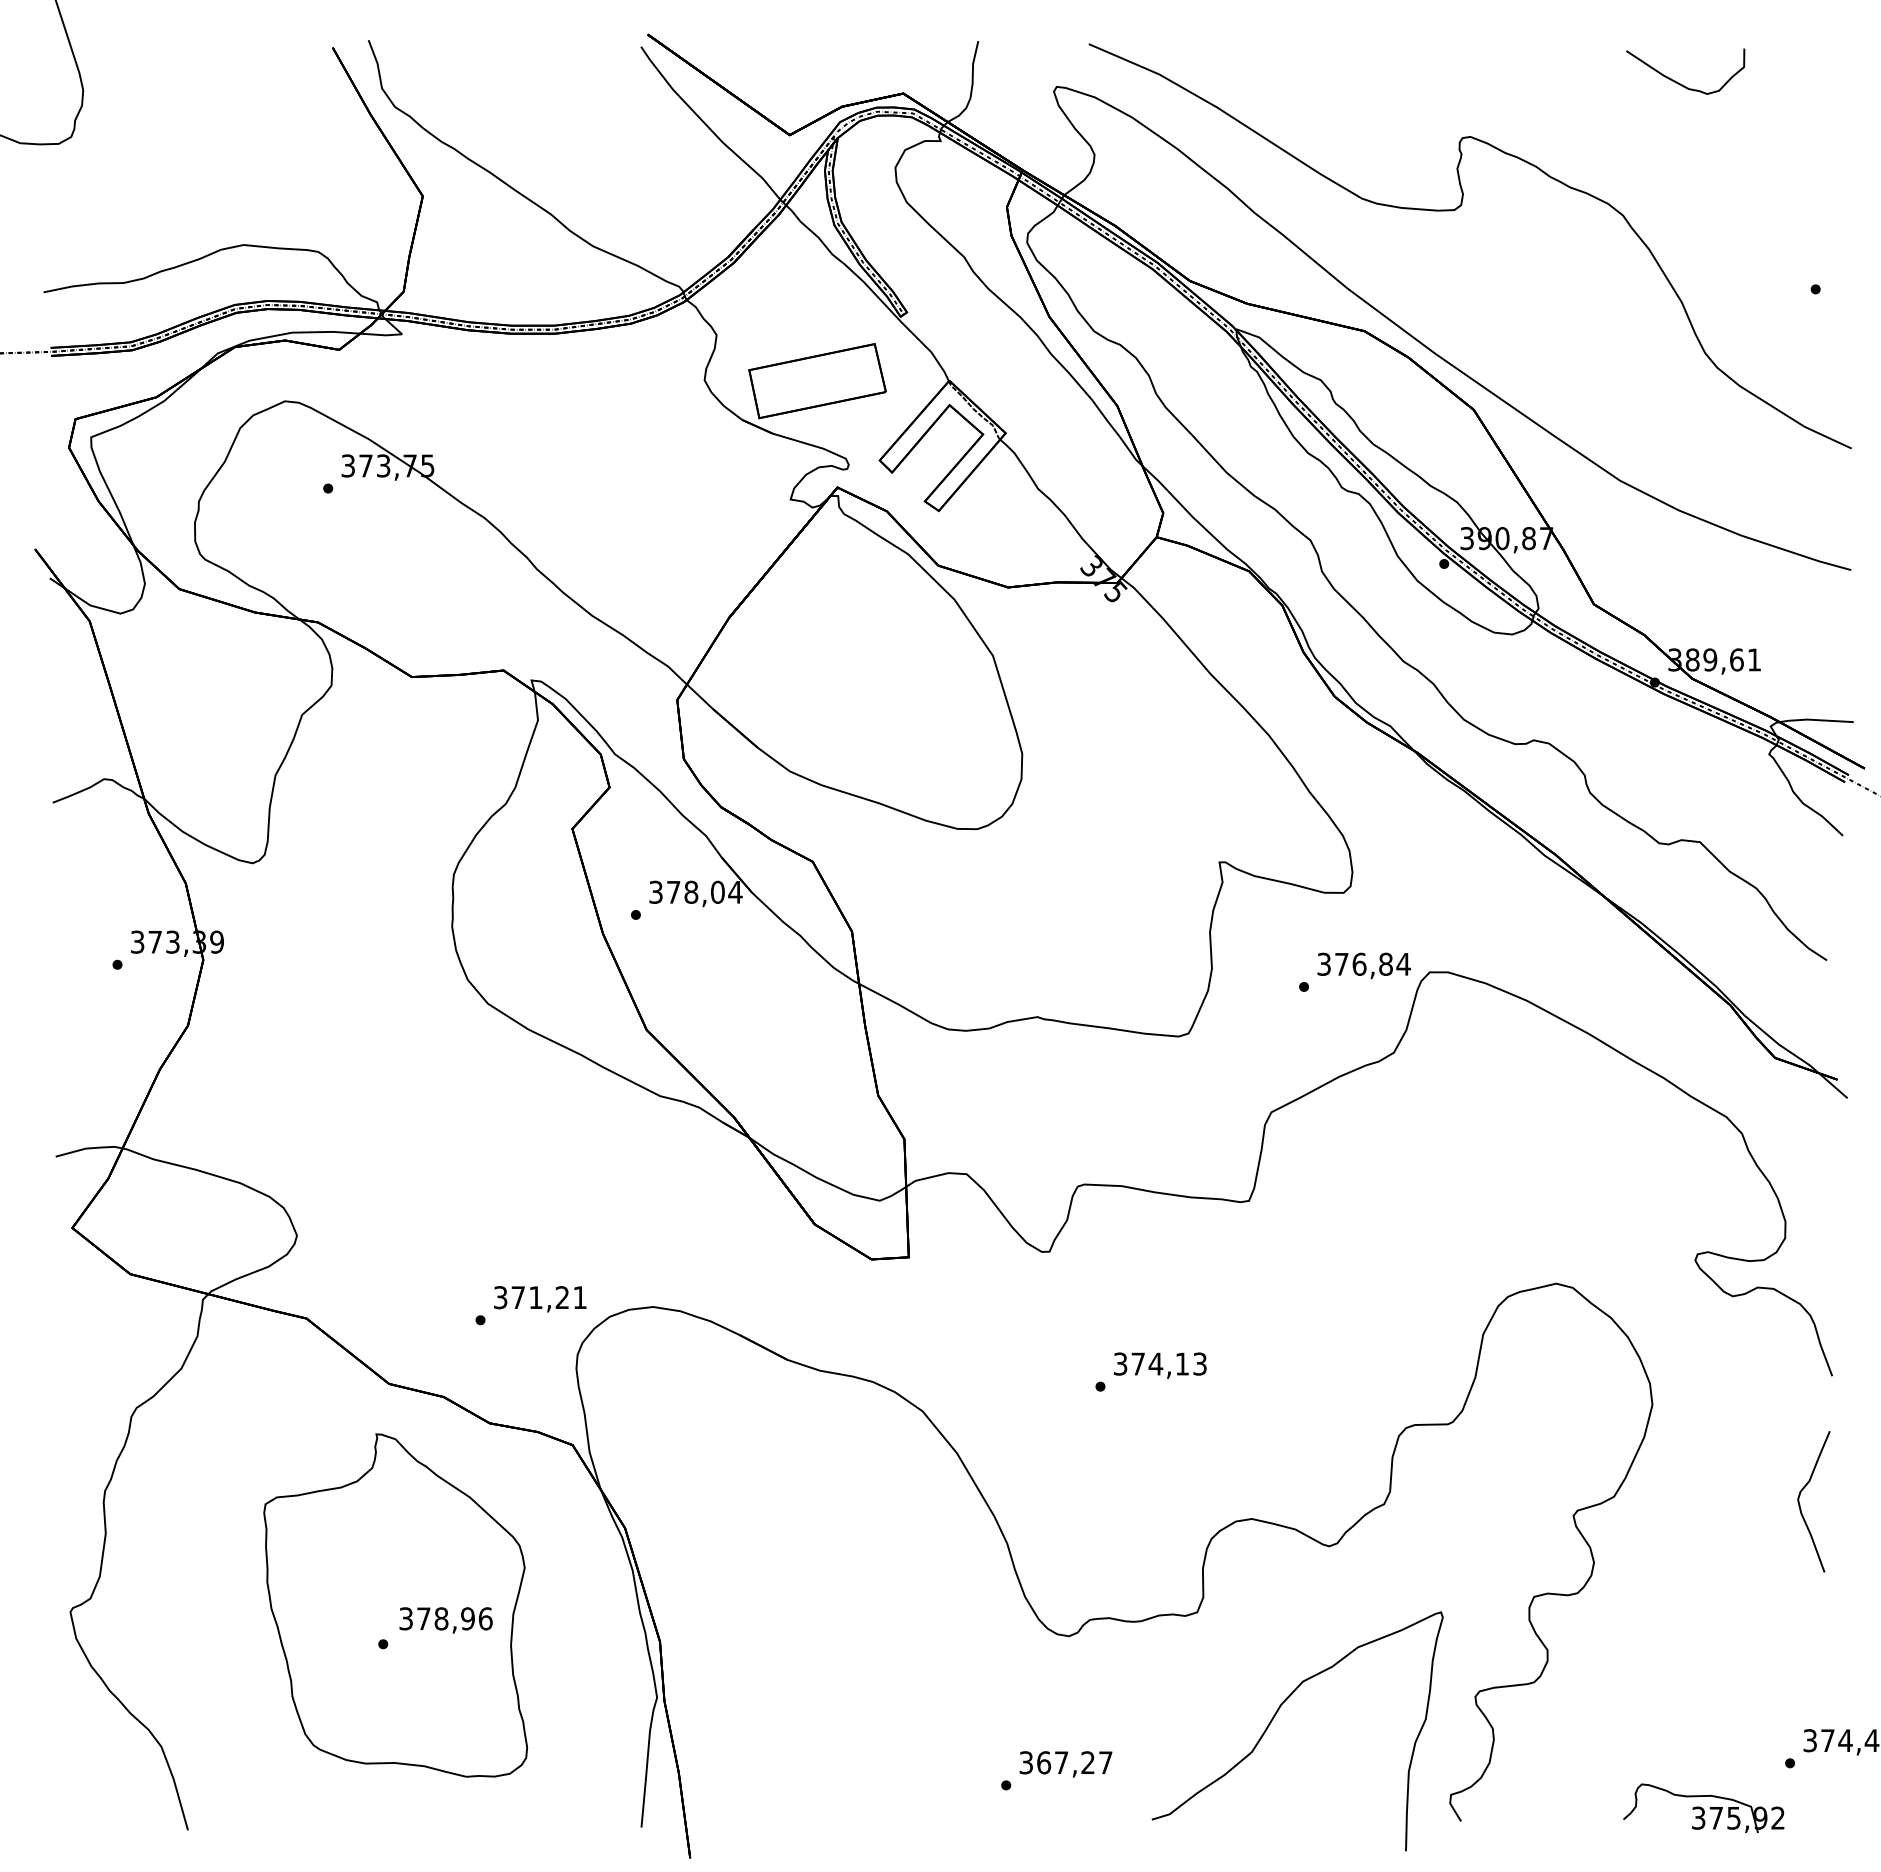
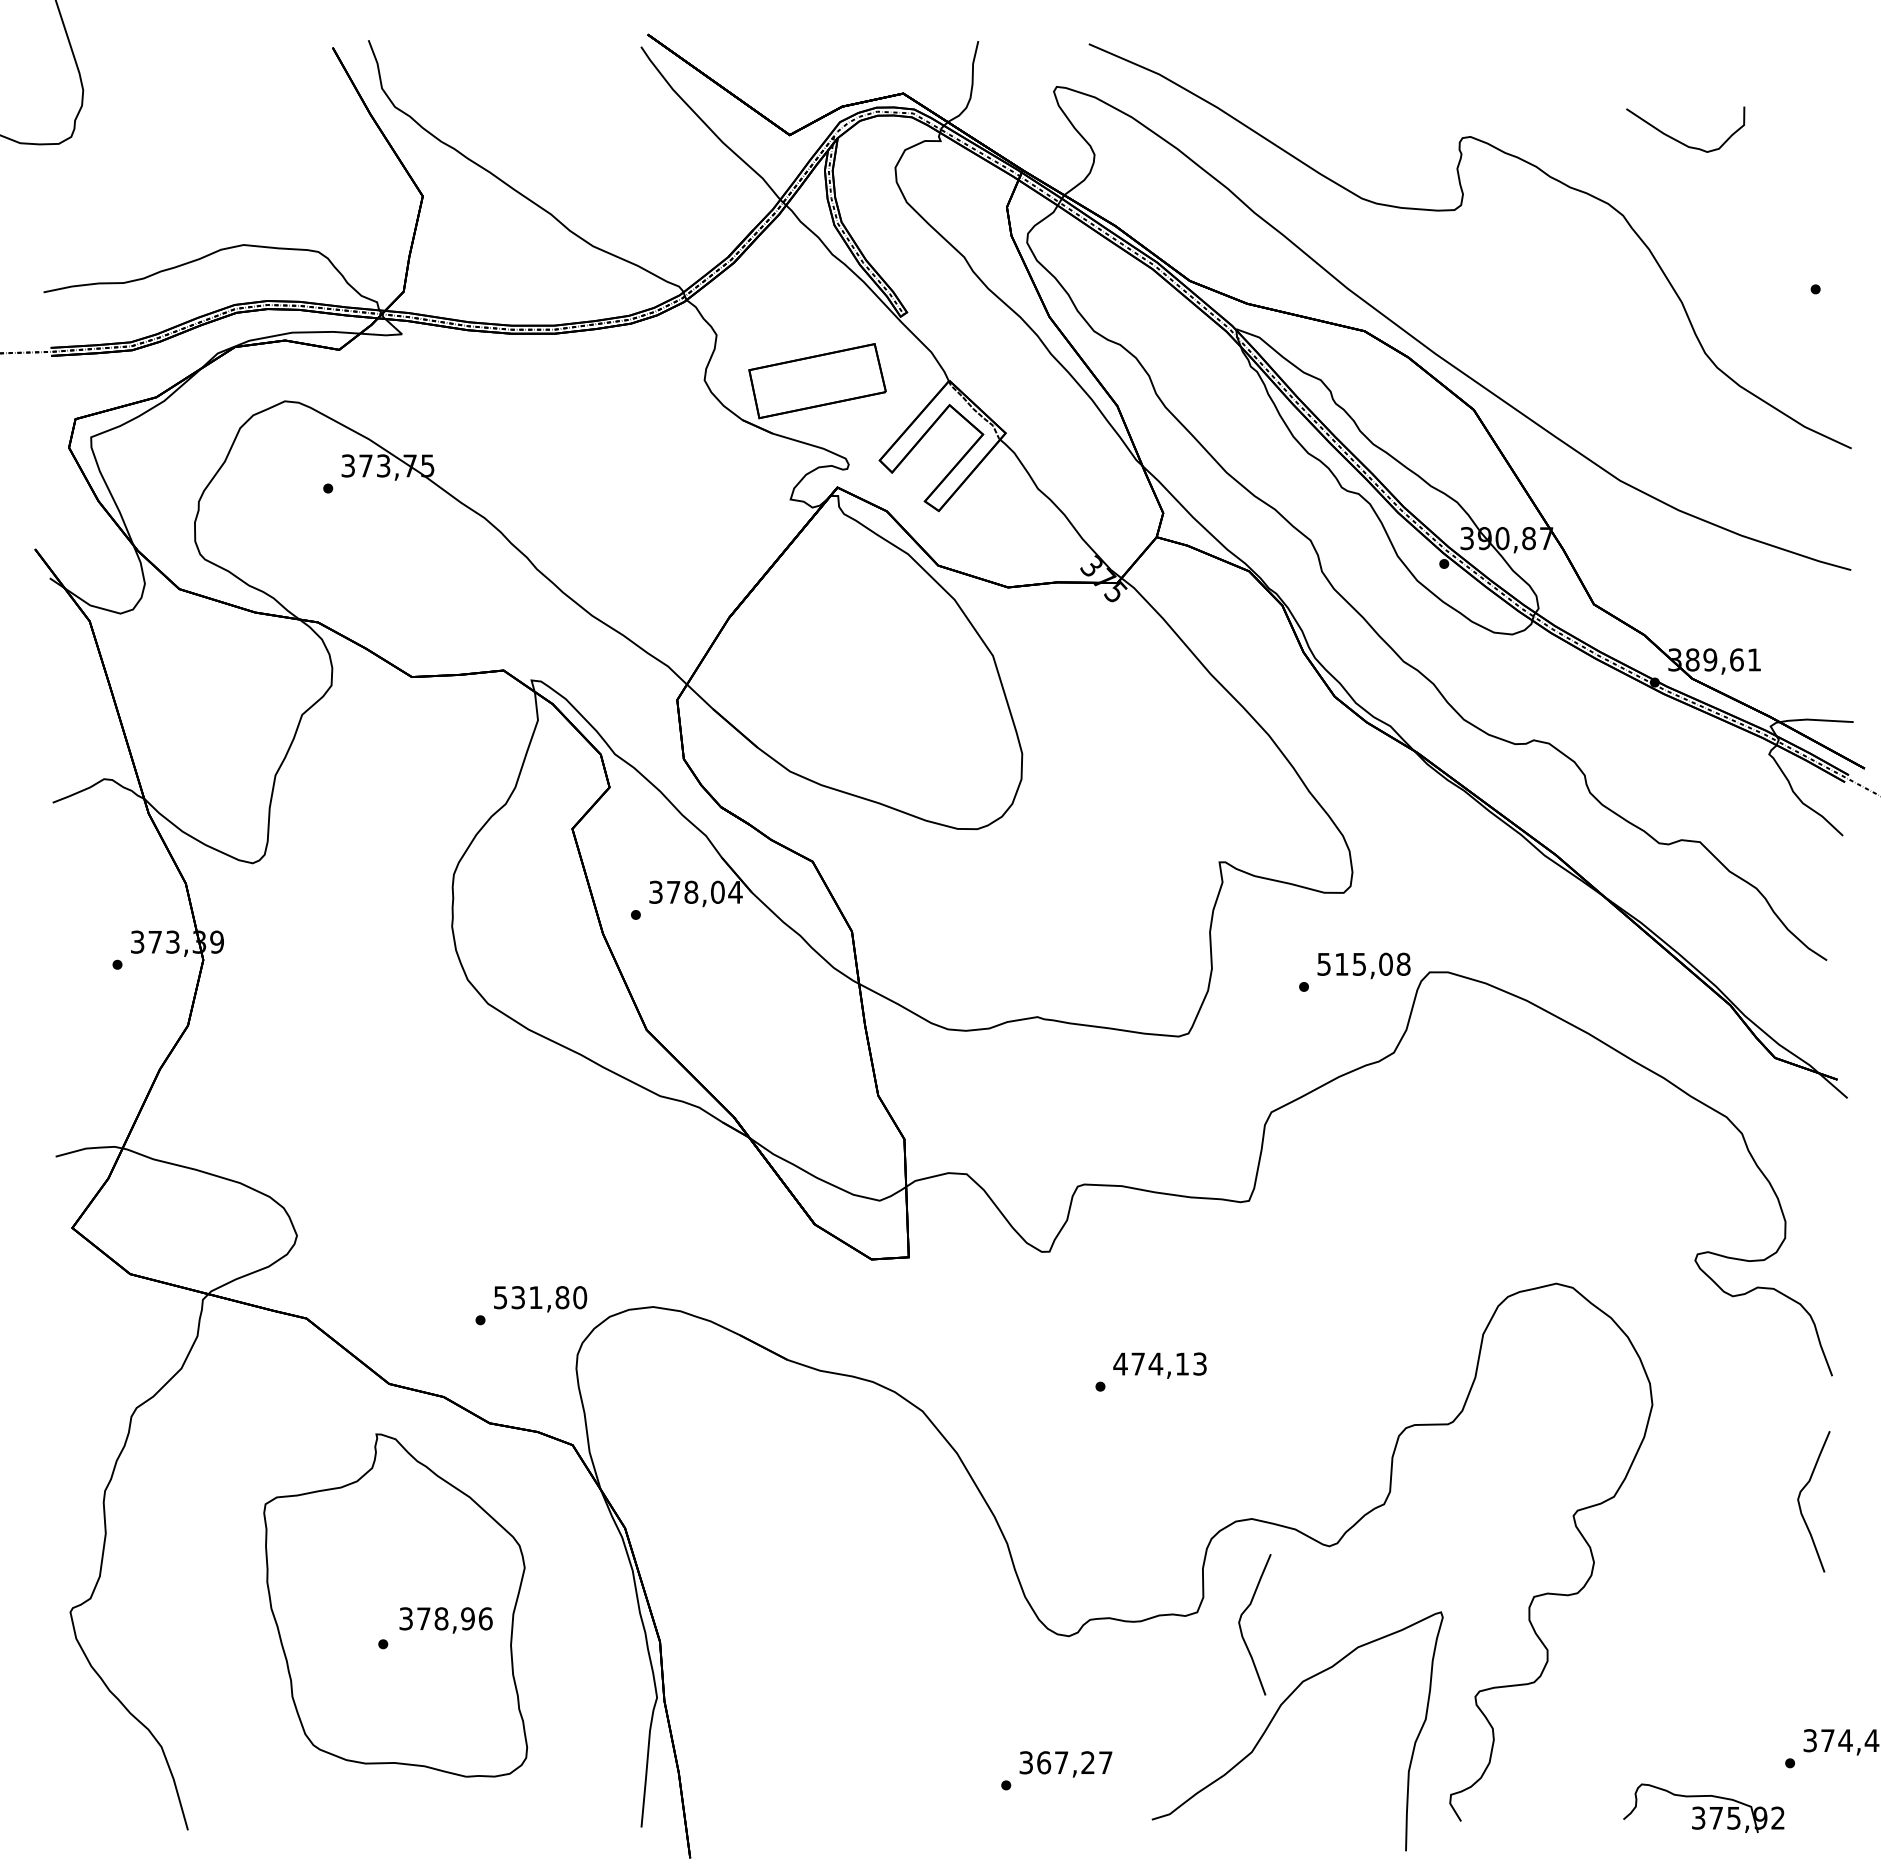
curve at (1677, 81) position: (1677, 81) -> (1677, 139)
text at (1364, 963): 376,84 -> 515,08
text at (540, 1297): 371,21 -> 531,80
text at (1120, 1363): 374,13 -> 474,13
curve at (1241, 1627): none -> present
